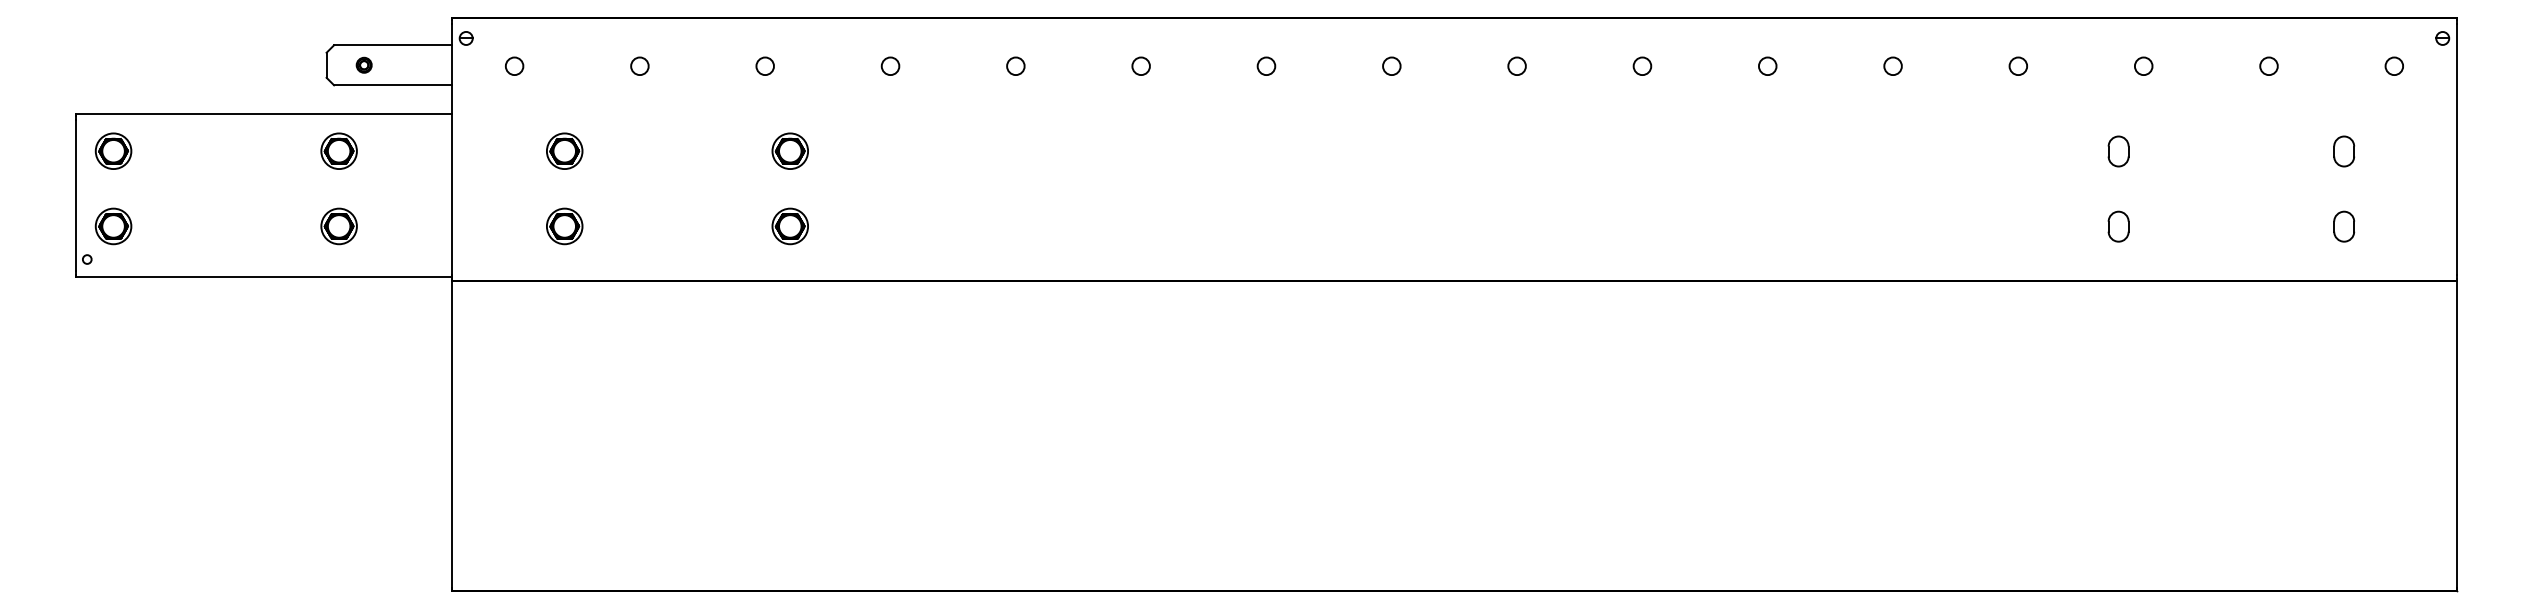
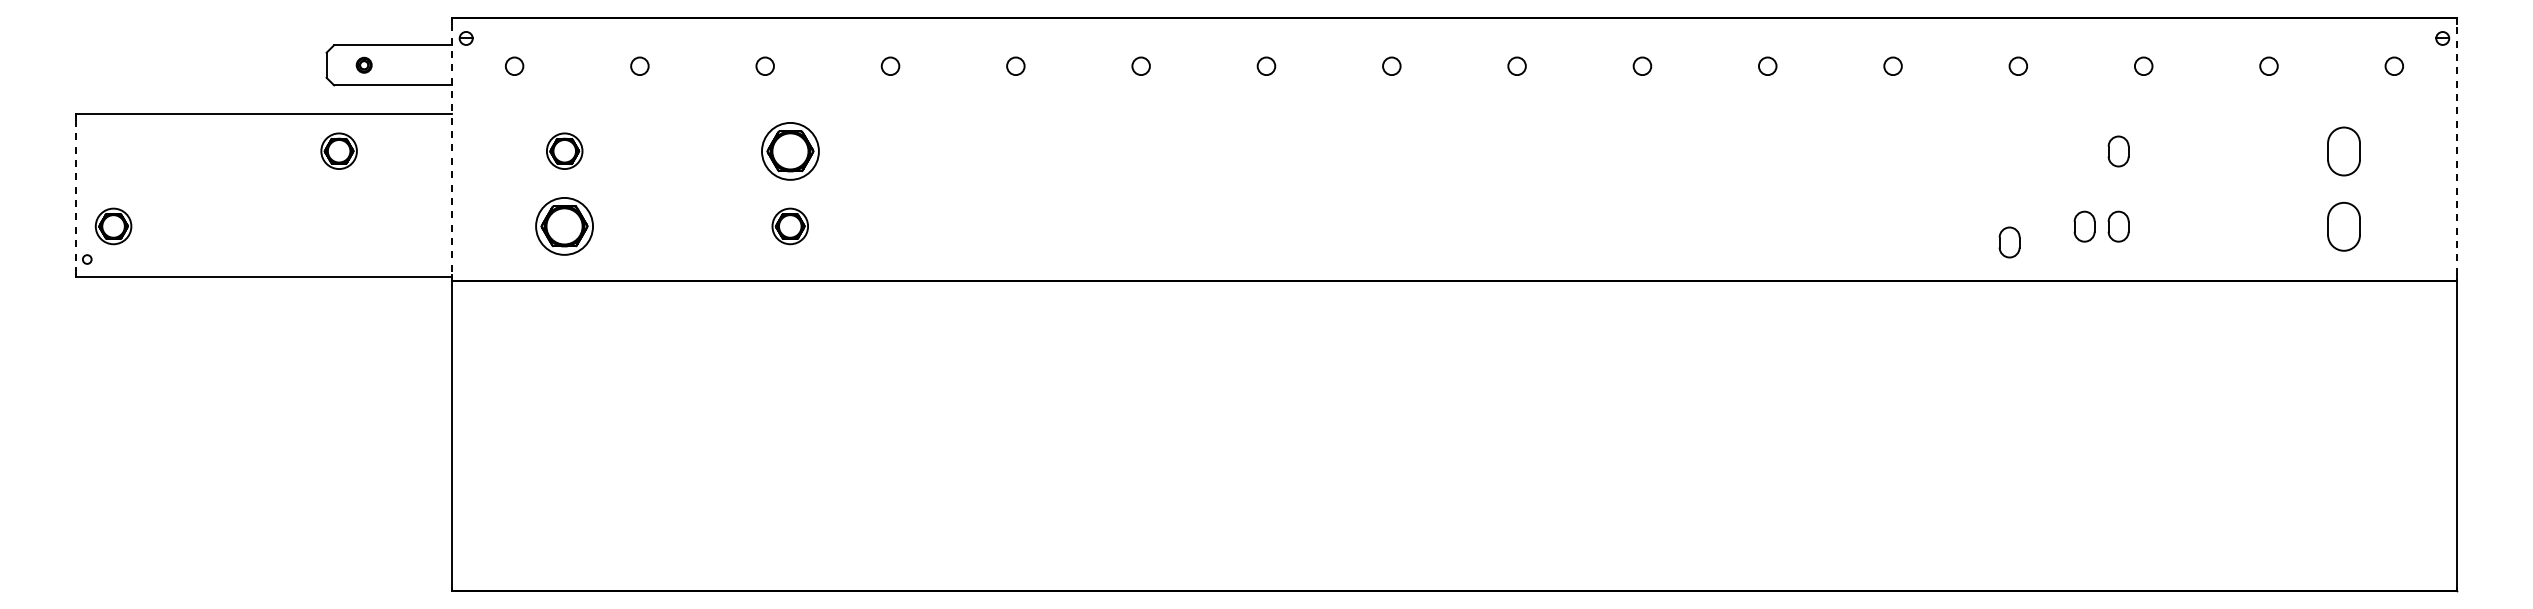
line at (2457, 148): solid -> dashed
part at (113, 150): present -> none
line at (451, 150): solid -> dashed
part at (789, 150) size: 38x38 px -> 59x59 px
part at (2344, 151) size: 23x33 px -> 34x51 px
line at (75, 195): solid -> dashed
part at (338, 226): present -> none
part at (564, 226) size: 38x39 px -> 59x59 px
part at (2084, 226): none -> present
part at (2344, 226) size: 23x33 px -> 34x50 px
part at (2009, 242): none -> present
